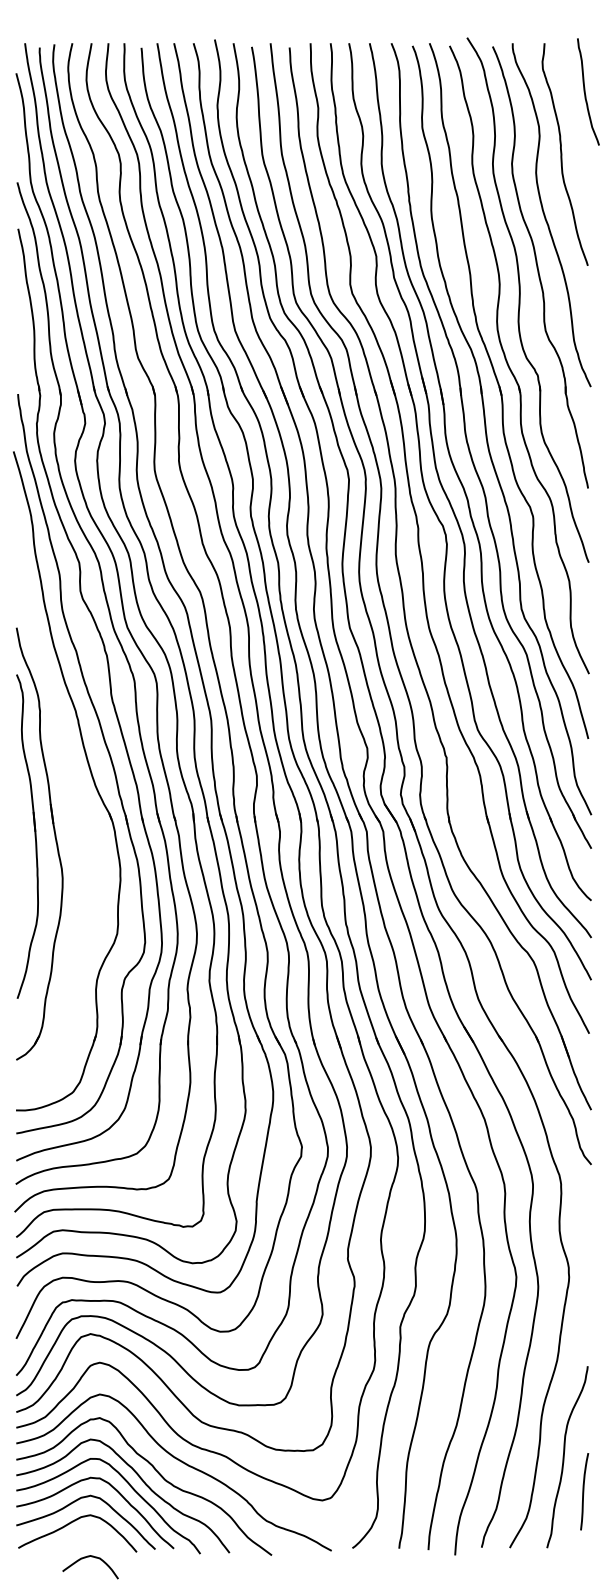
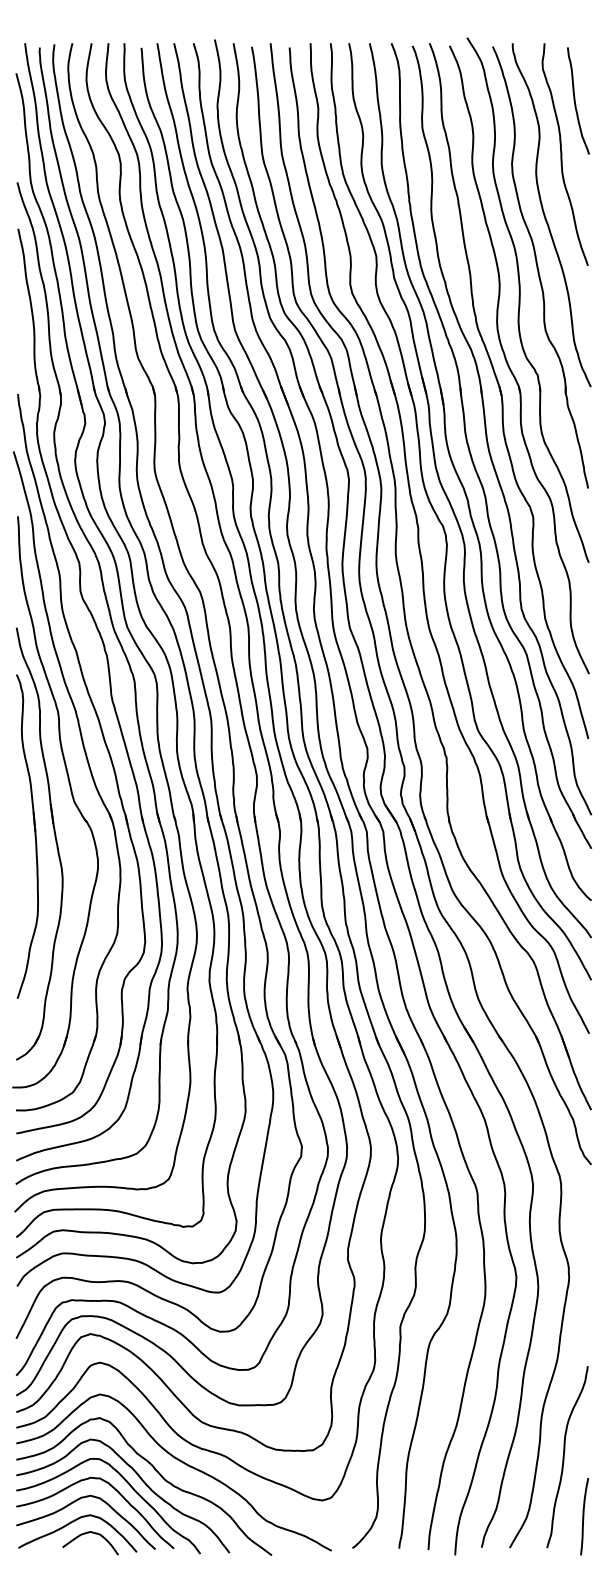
curve at (585, 91) position: (585, 91) -> (575, 100)
part at (71, 796): none -> present
curve at (584, 1491) position: (584, 1491) -> (584, 1516)
curve at (89, 1557) position: (89, 1557) -> (89, 1533)
